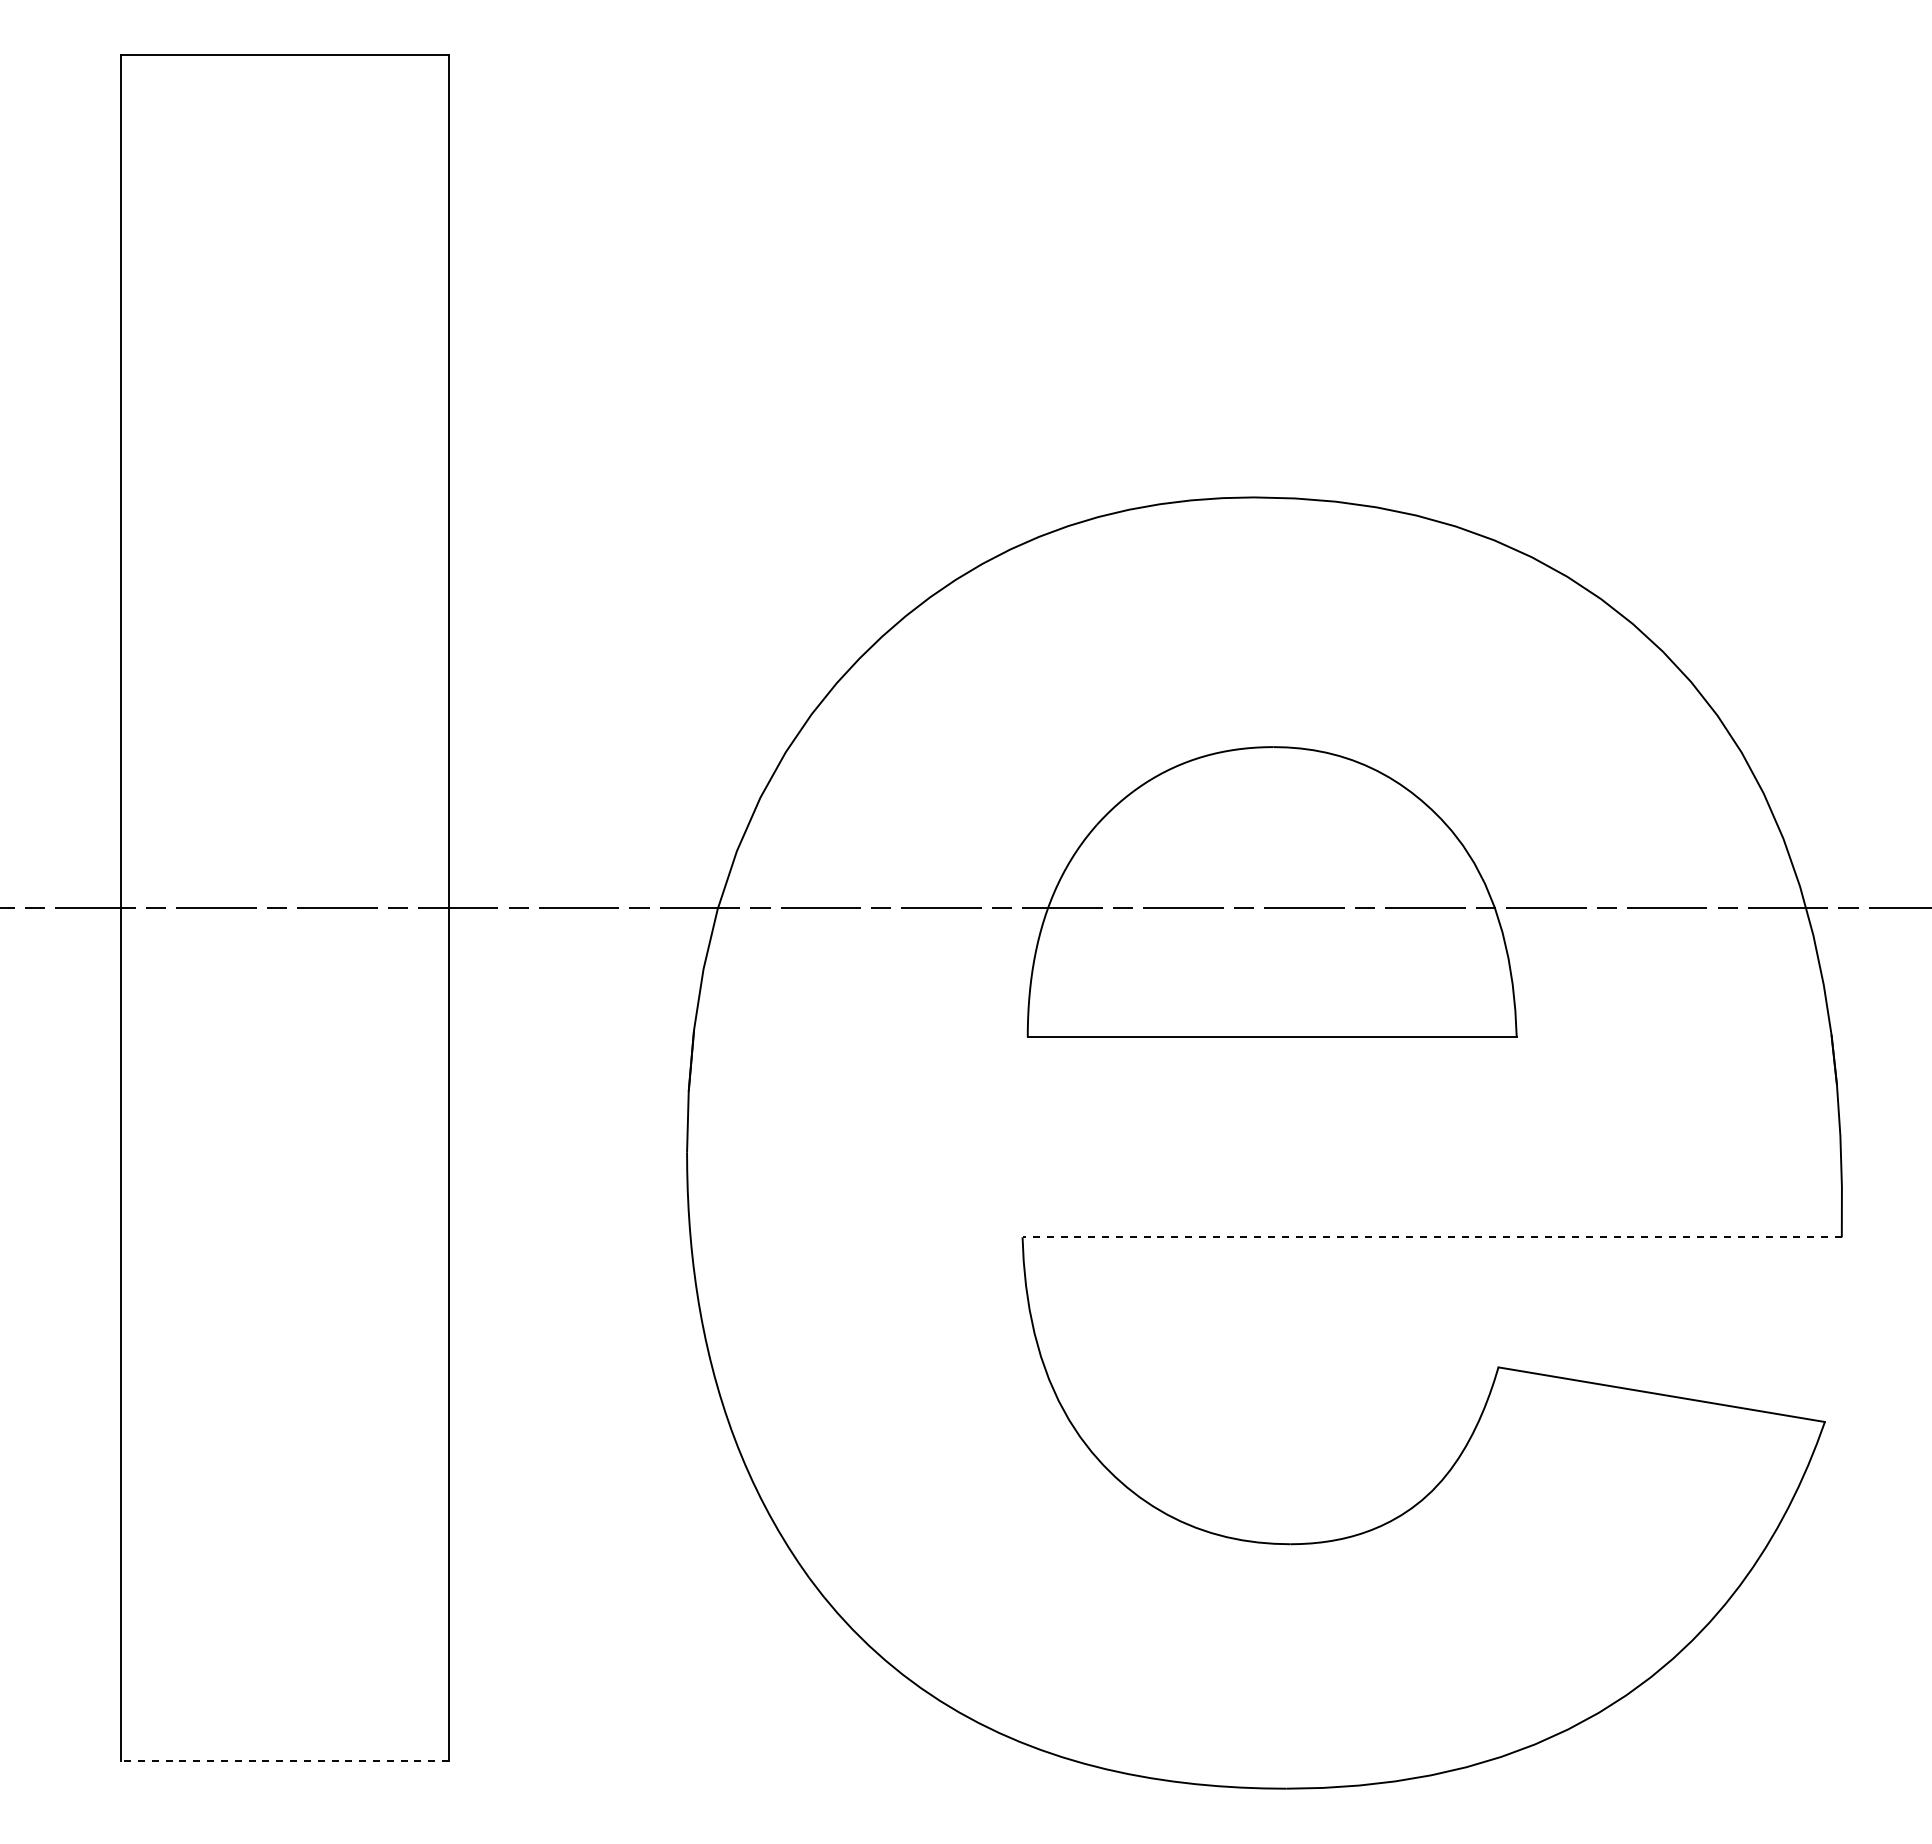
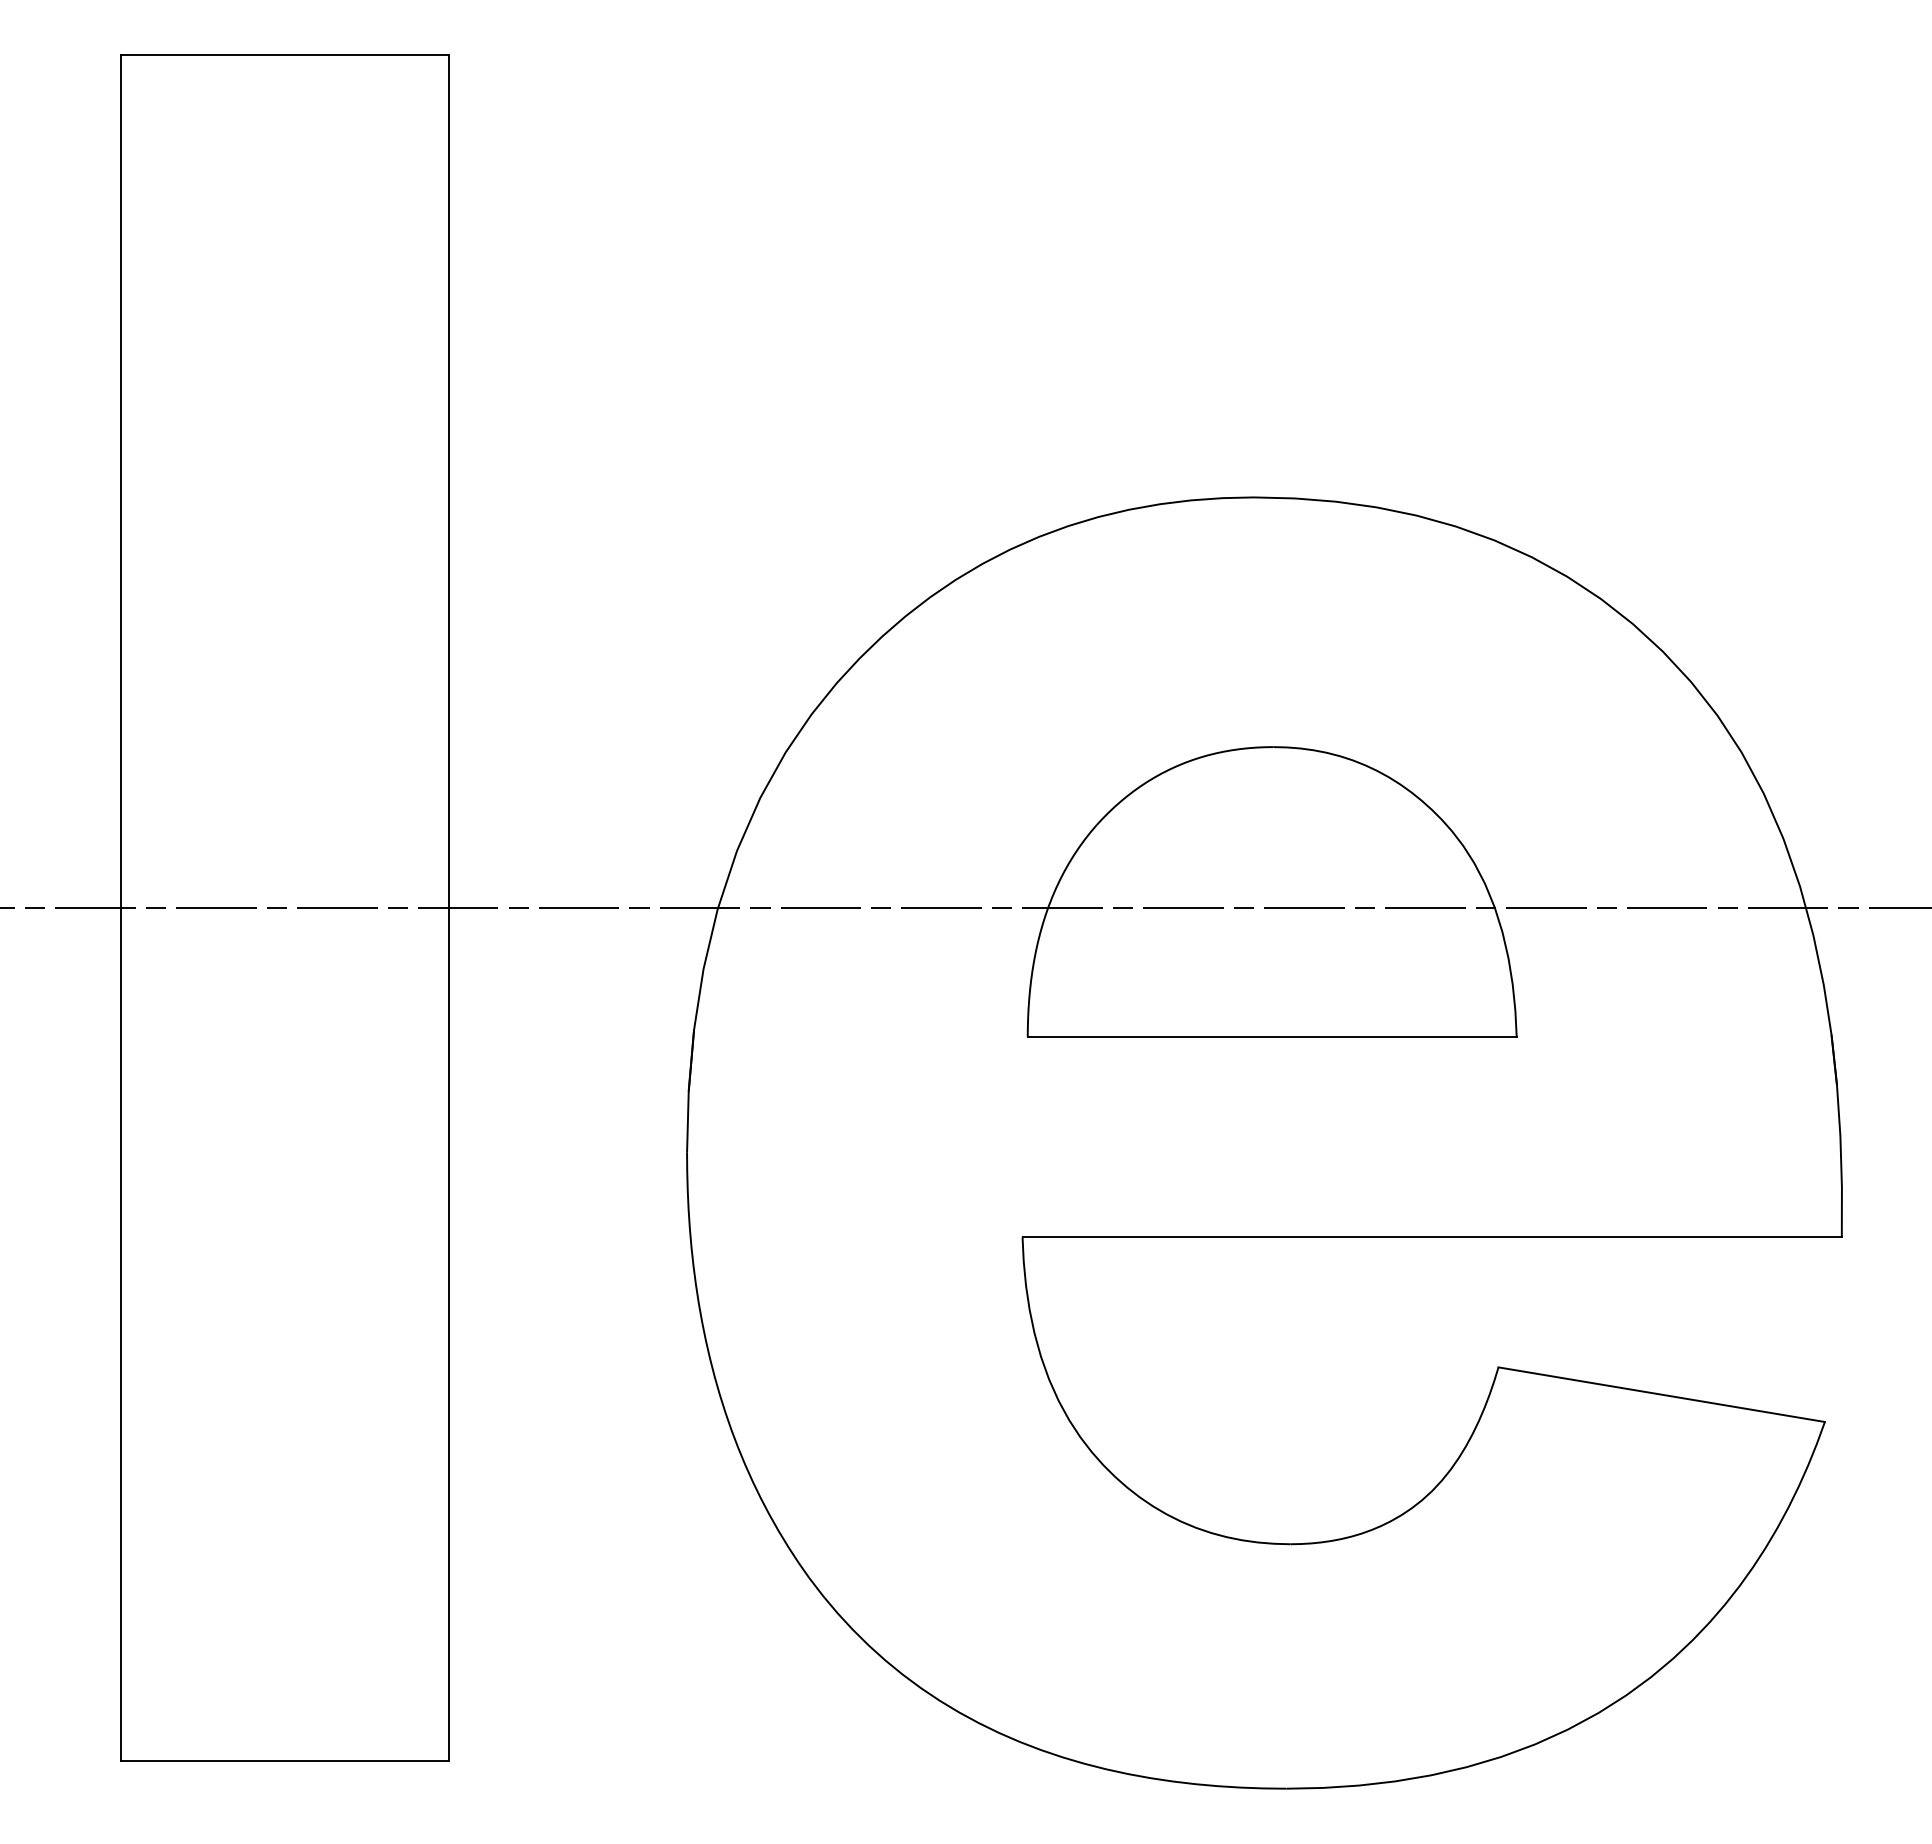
line at (1432, 1237): dashed -> solid
line at (285, 1761): dashed -> solid
